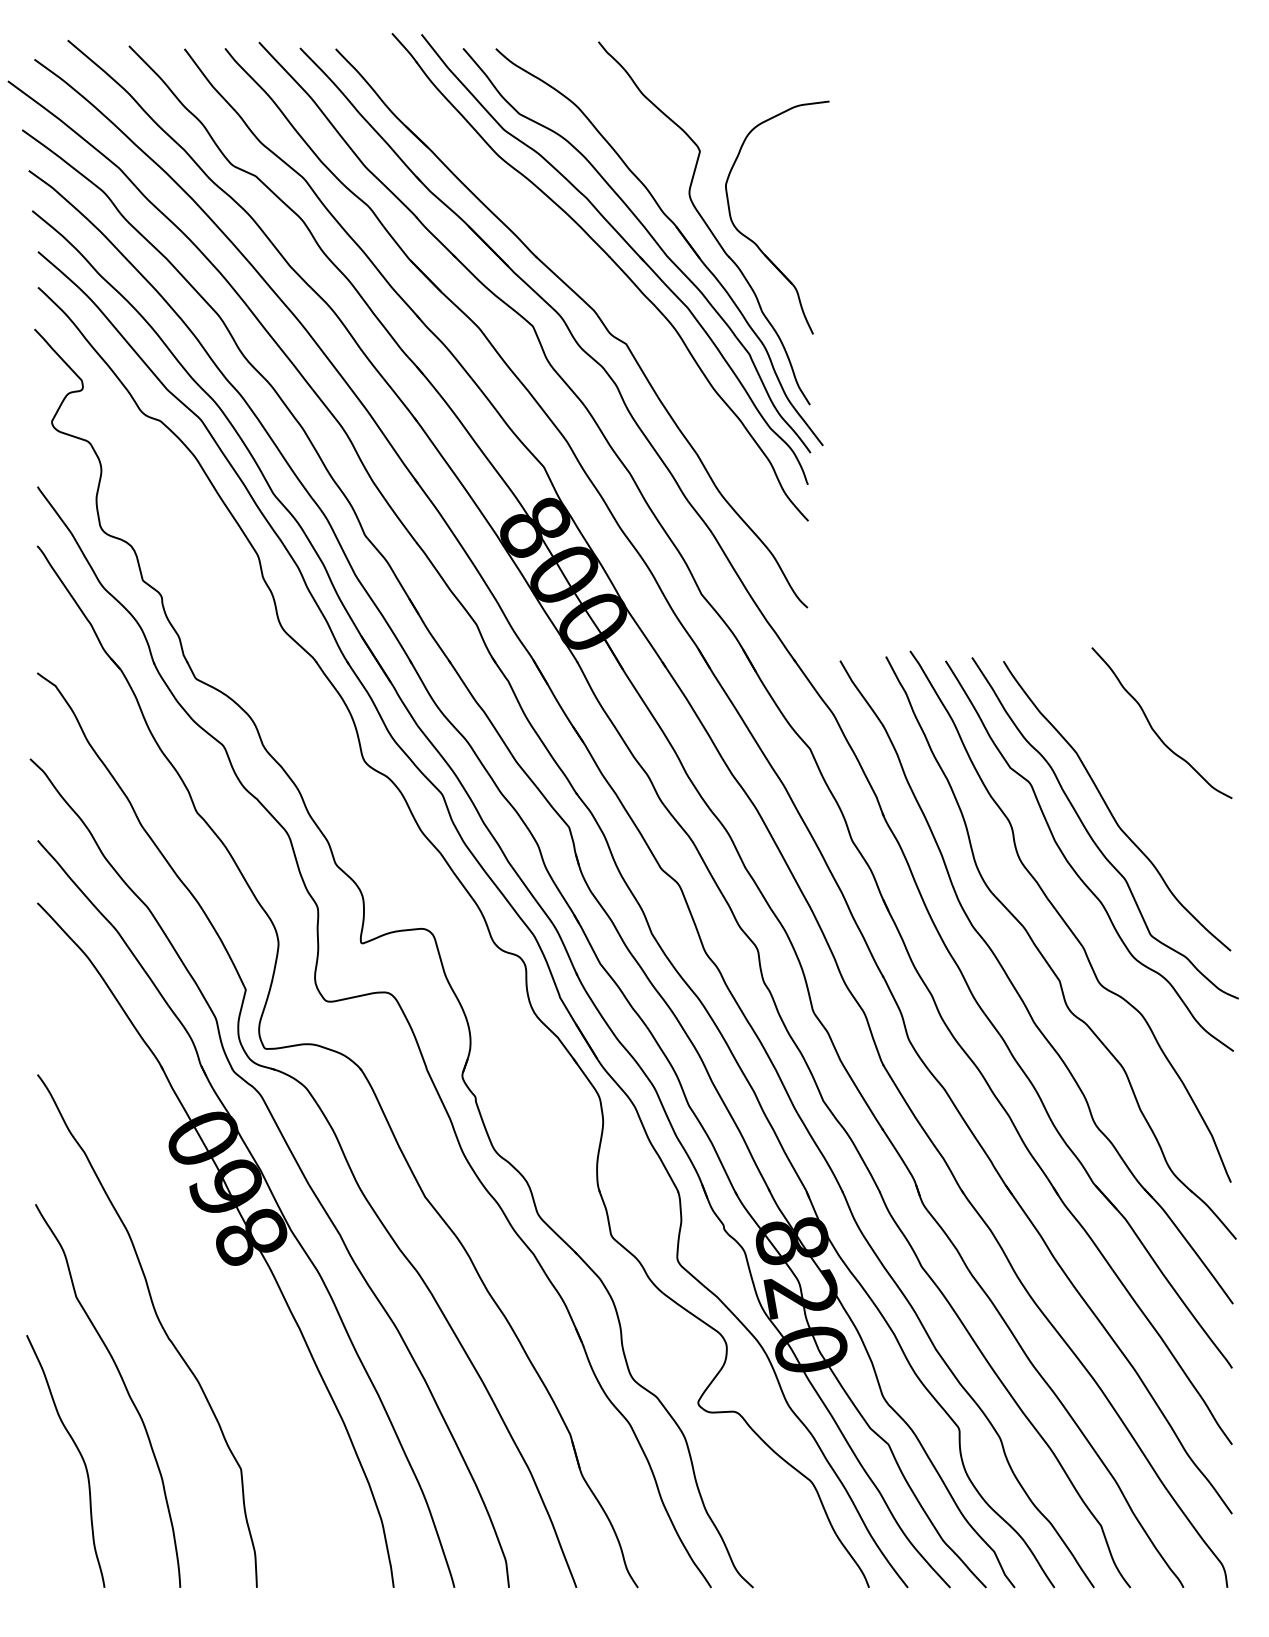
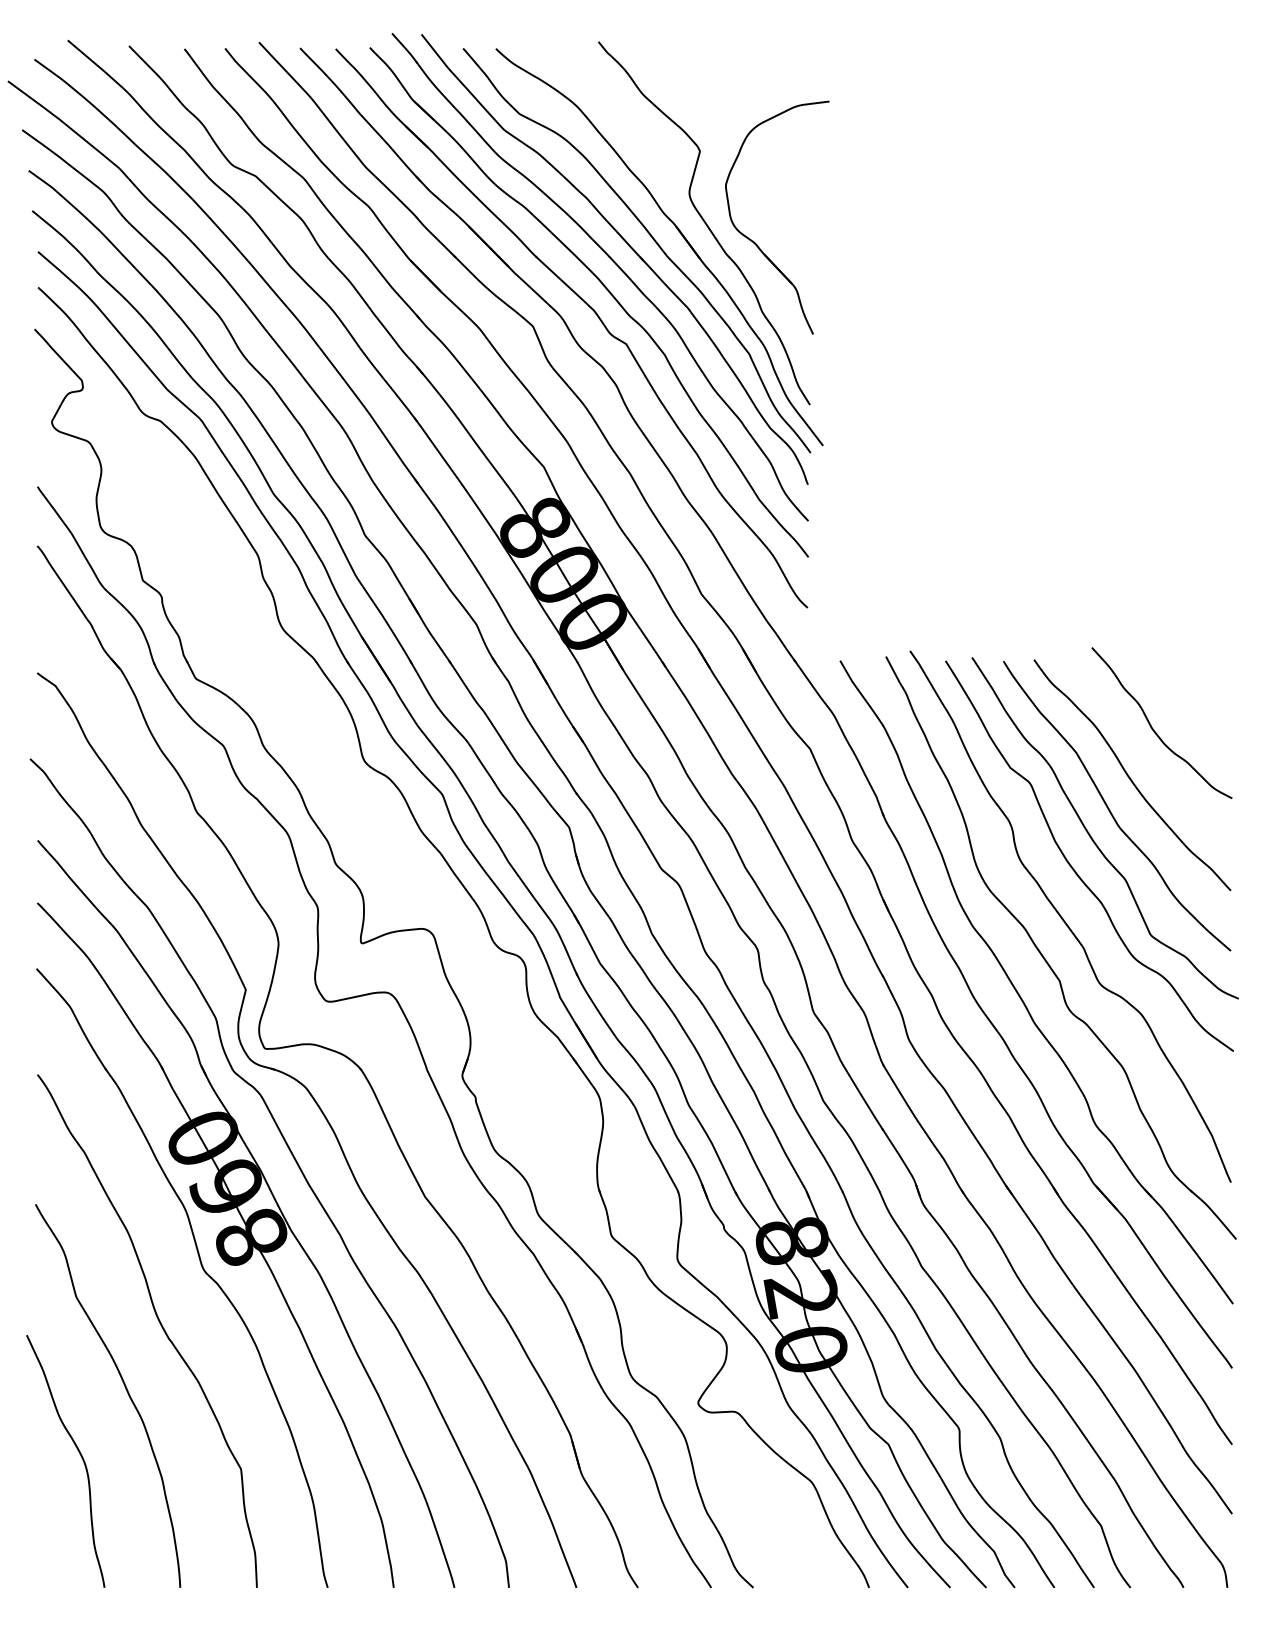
part at (603, 286): none -> present
curve at (1130, 777): none -> present
part at (201, 1267): none -> present
